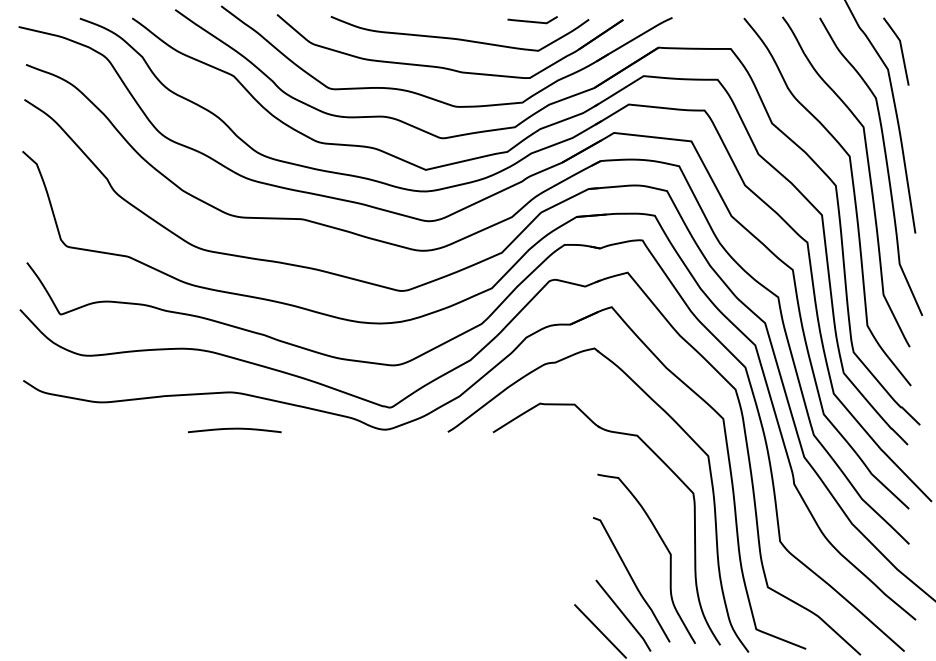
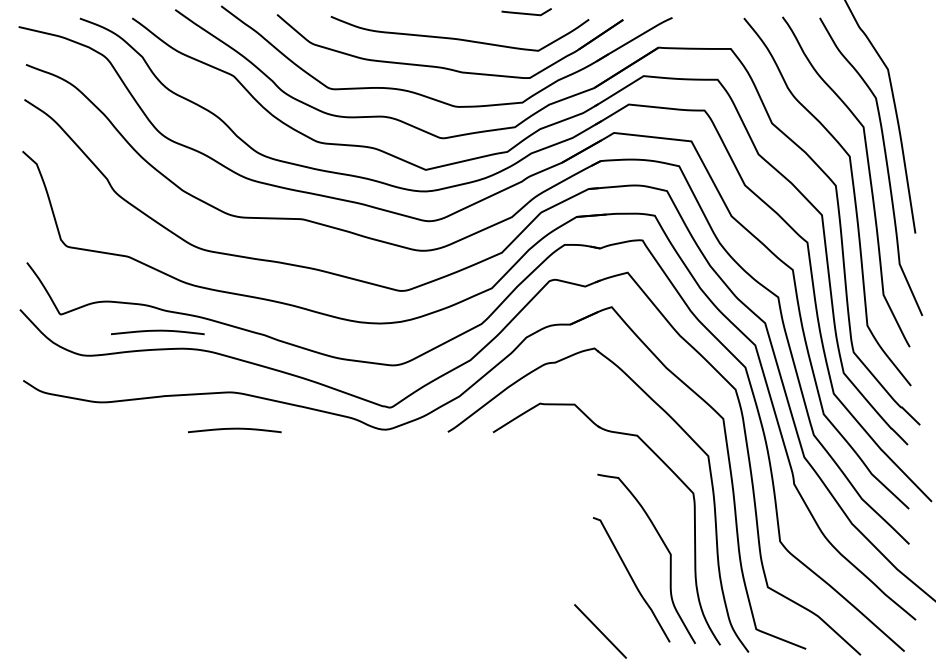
line at (532, 21) position: (532, 21) -> (526, 13)
curve at (900, 49): present -> none
curve at (157, 331): none -> present
line at (623, 615): present -> none
